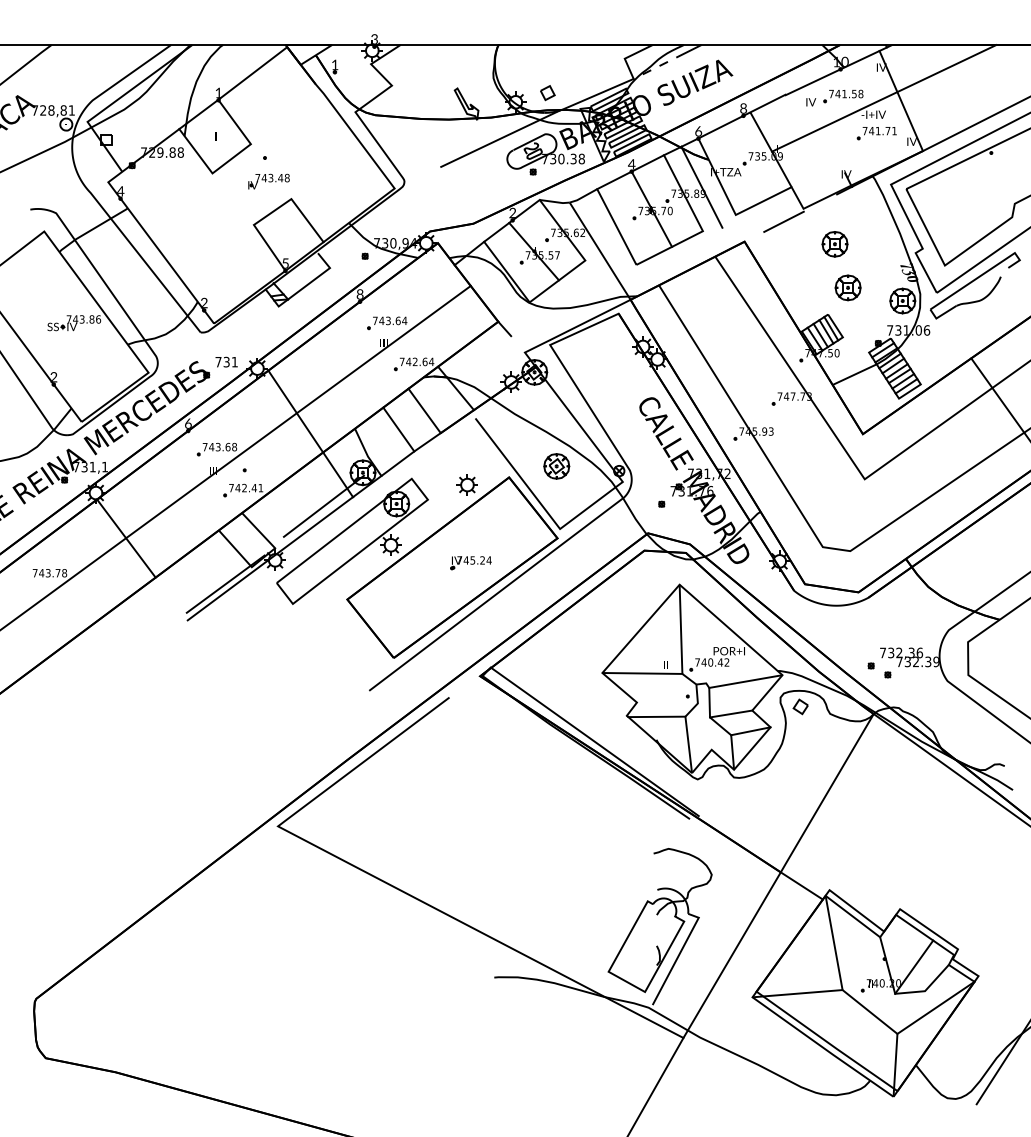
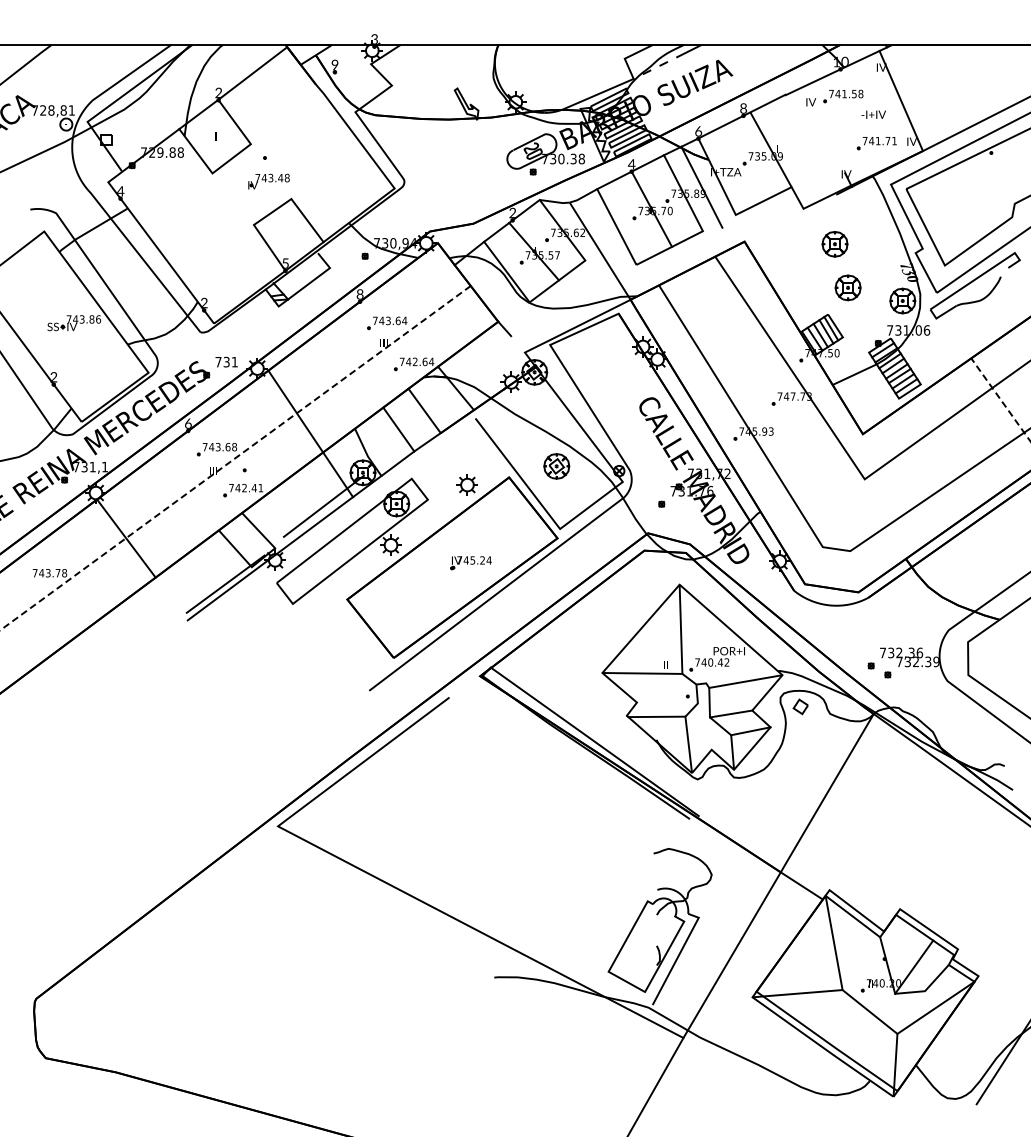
text at (334, 64): 1 -> 9
text at (218, 92): 1 -> 2
part at (547, 93): present -> none
line at (884, 98): present -> none
part at (876, 133) position: (876, 133) -> (876, 143)
line at (500, 138): present -> none
line at (783, 221): present -> none
line at (1000, 399): solid -> dashed
line at (235, 458): solid -> dashed
